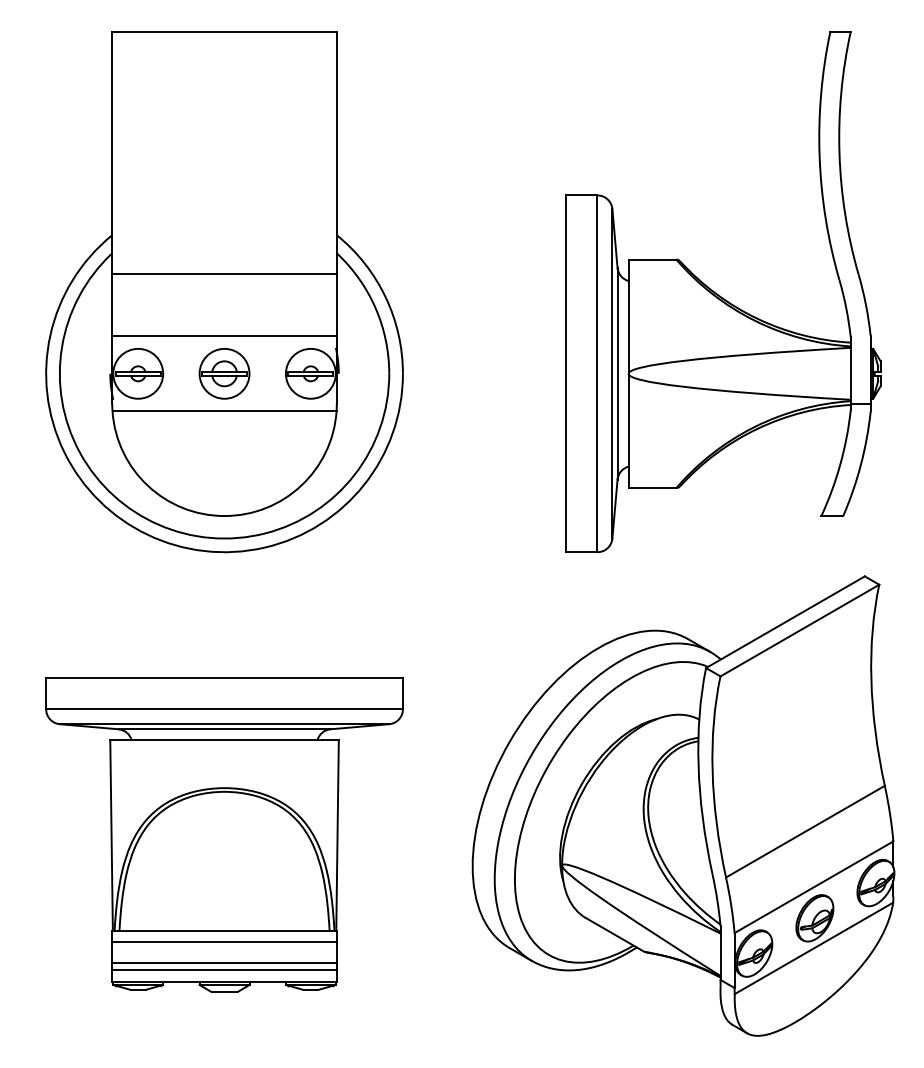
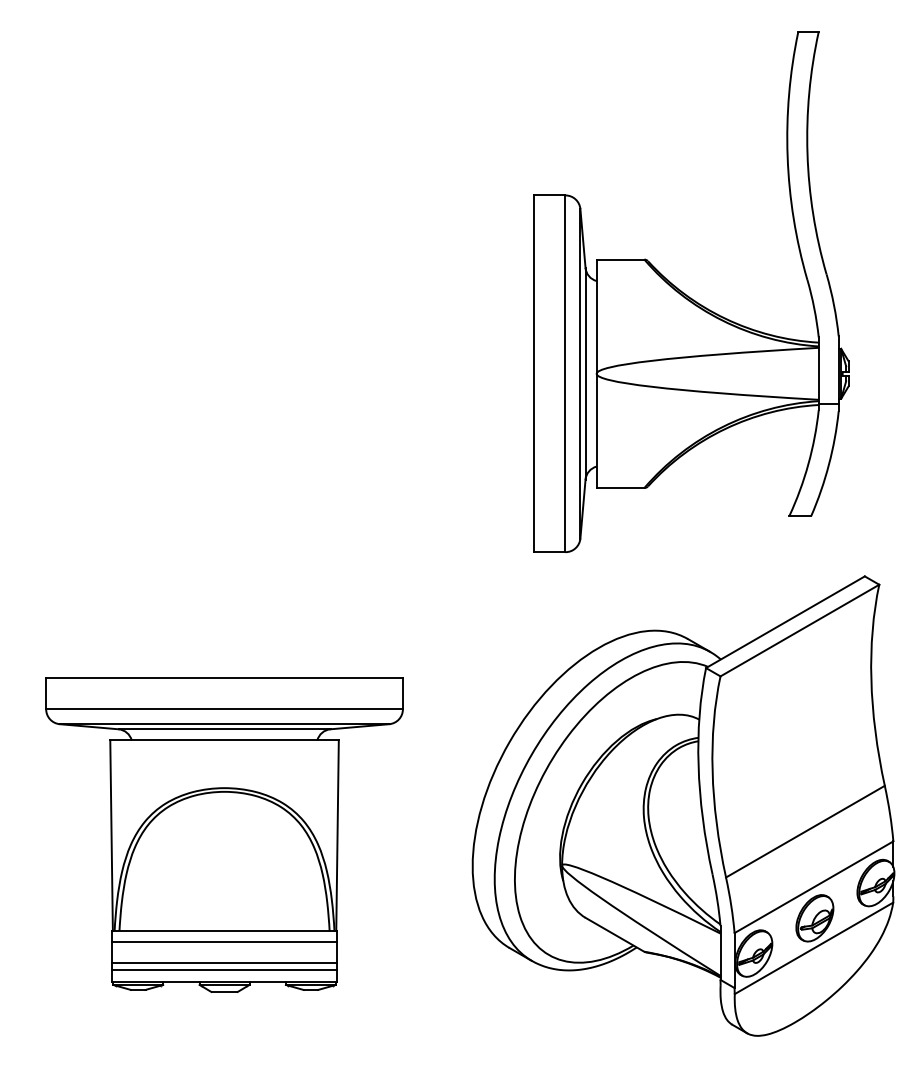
part at (224, 292): present -> none
part at (723, 292) position: (723, 292) -> (691, 292)
